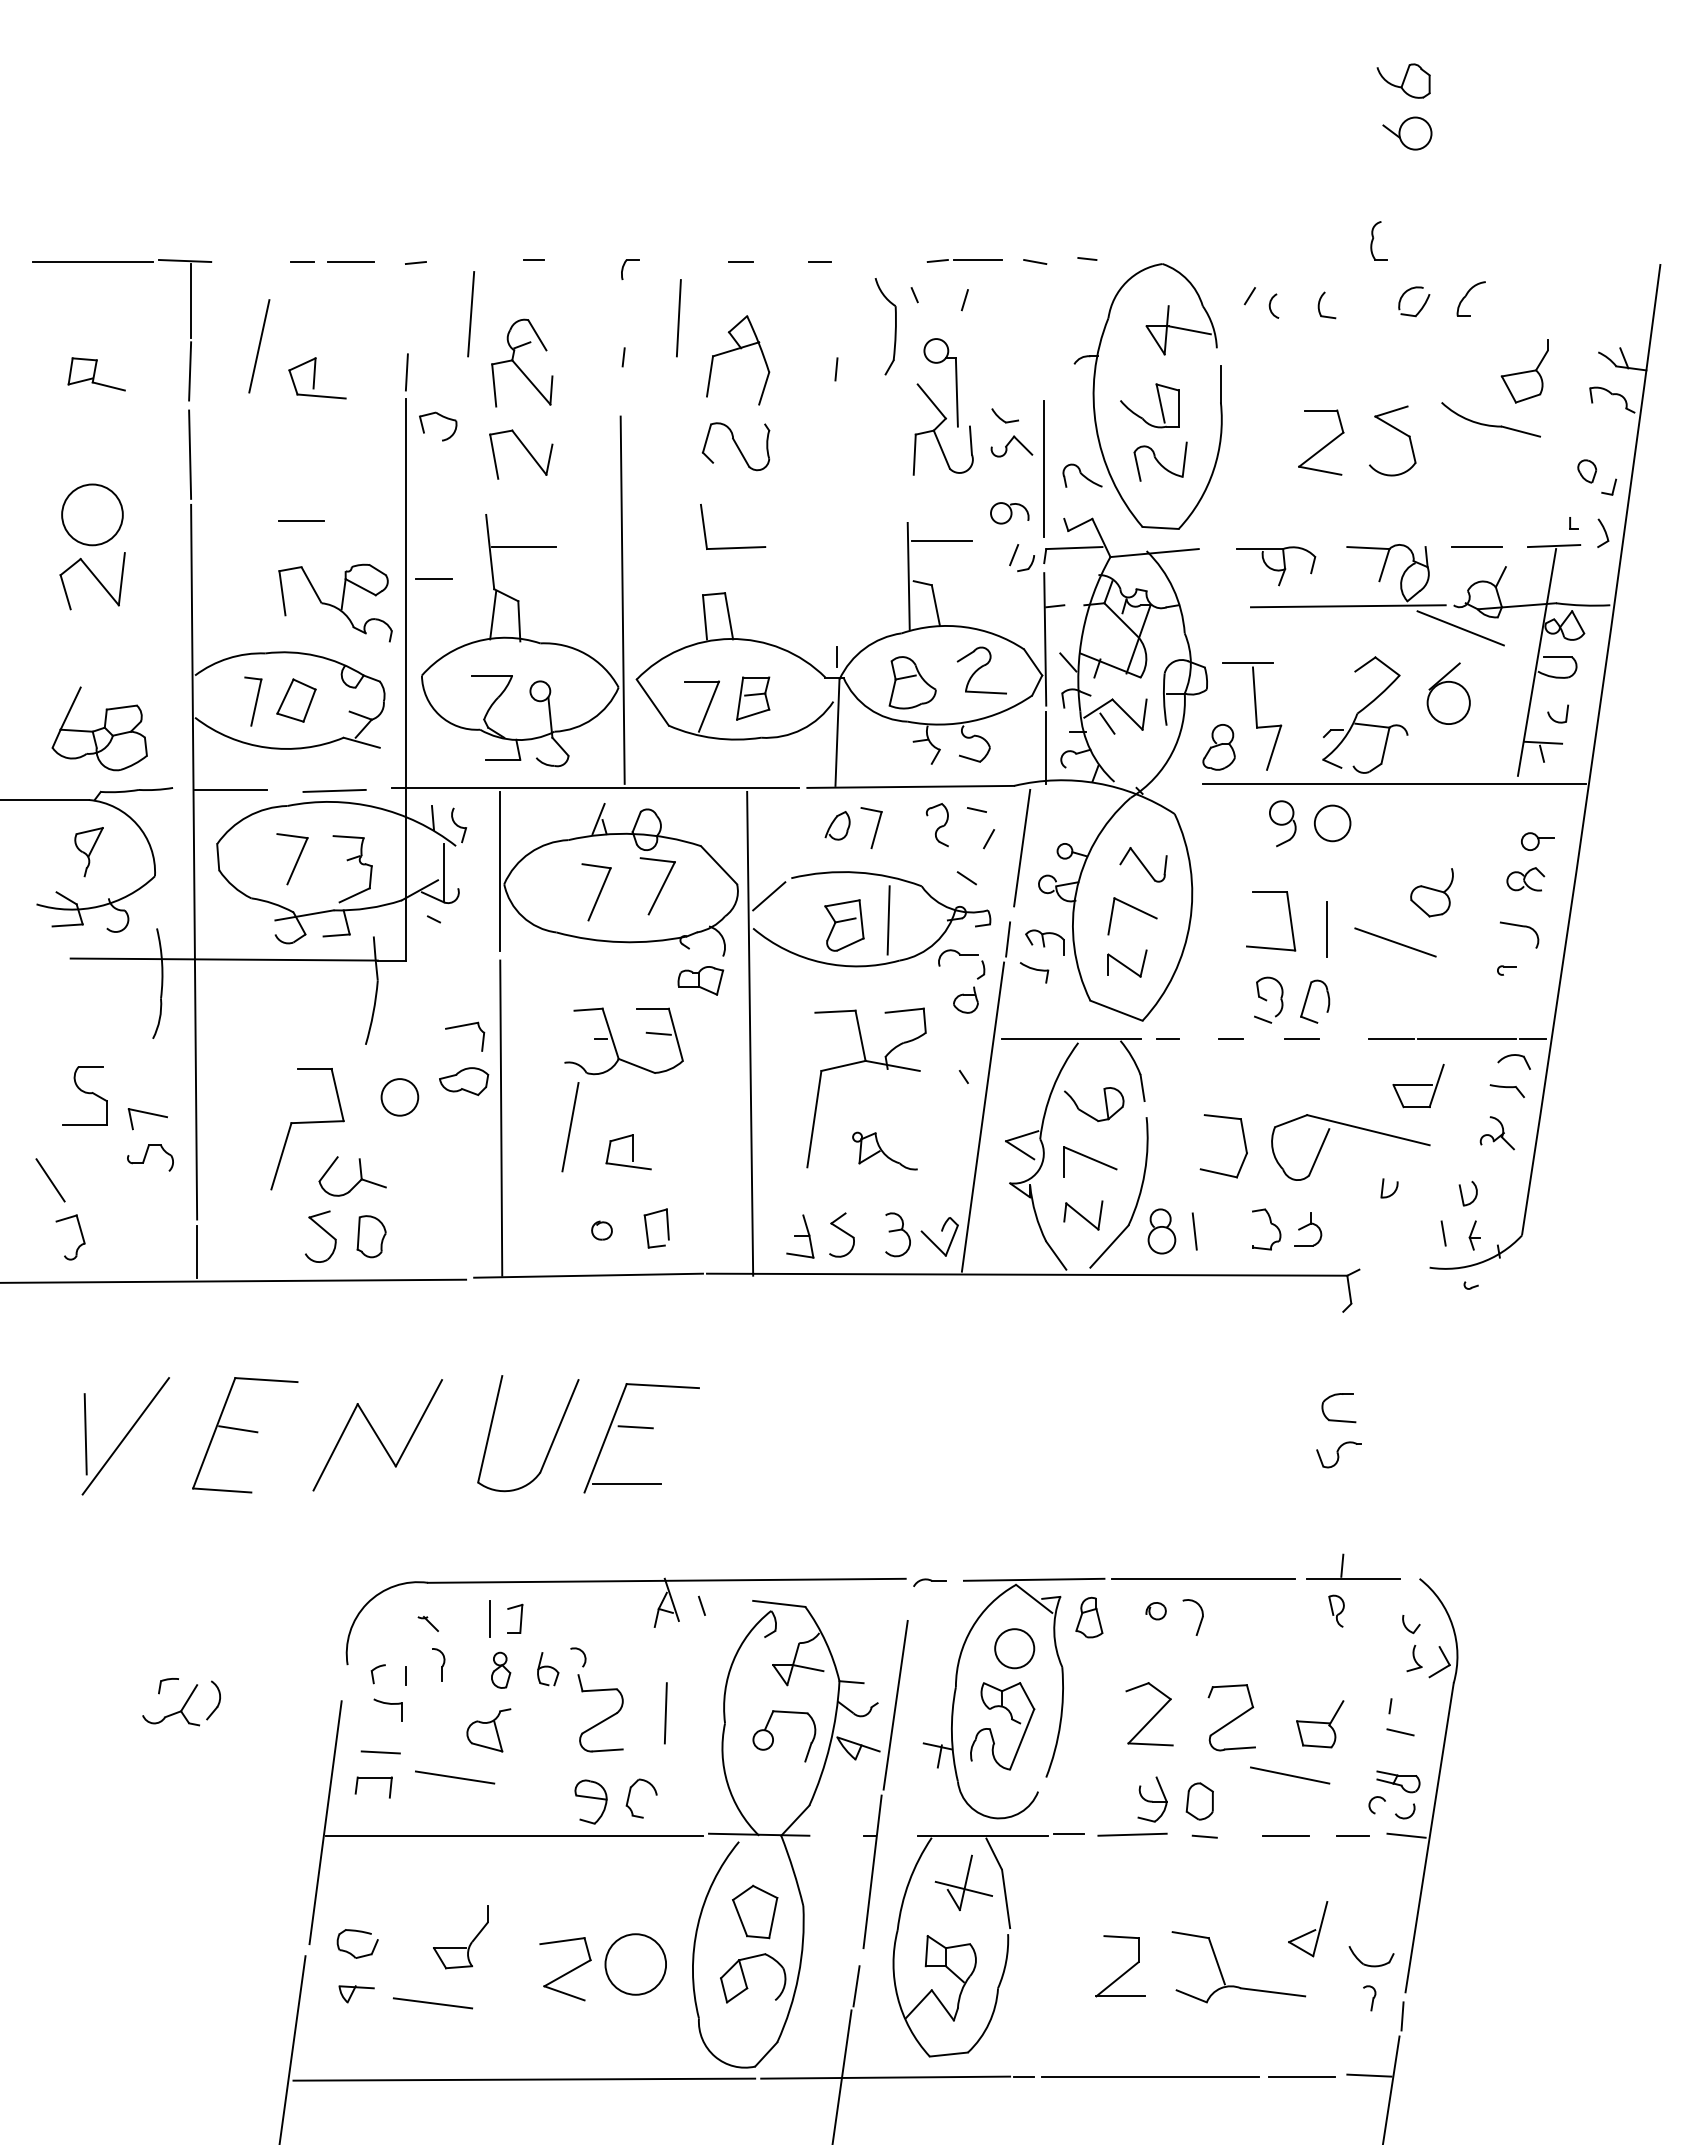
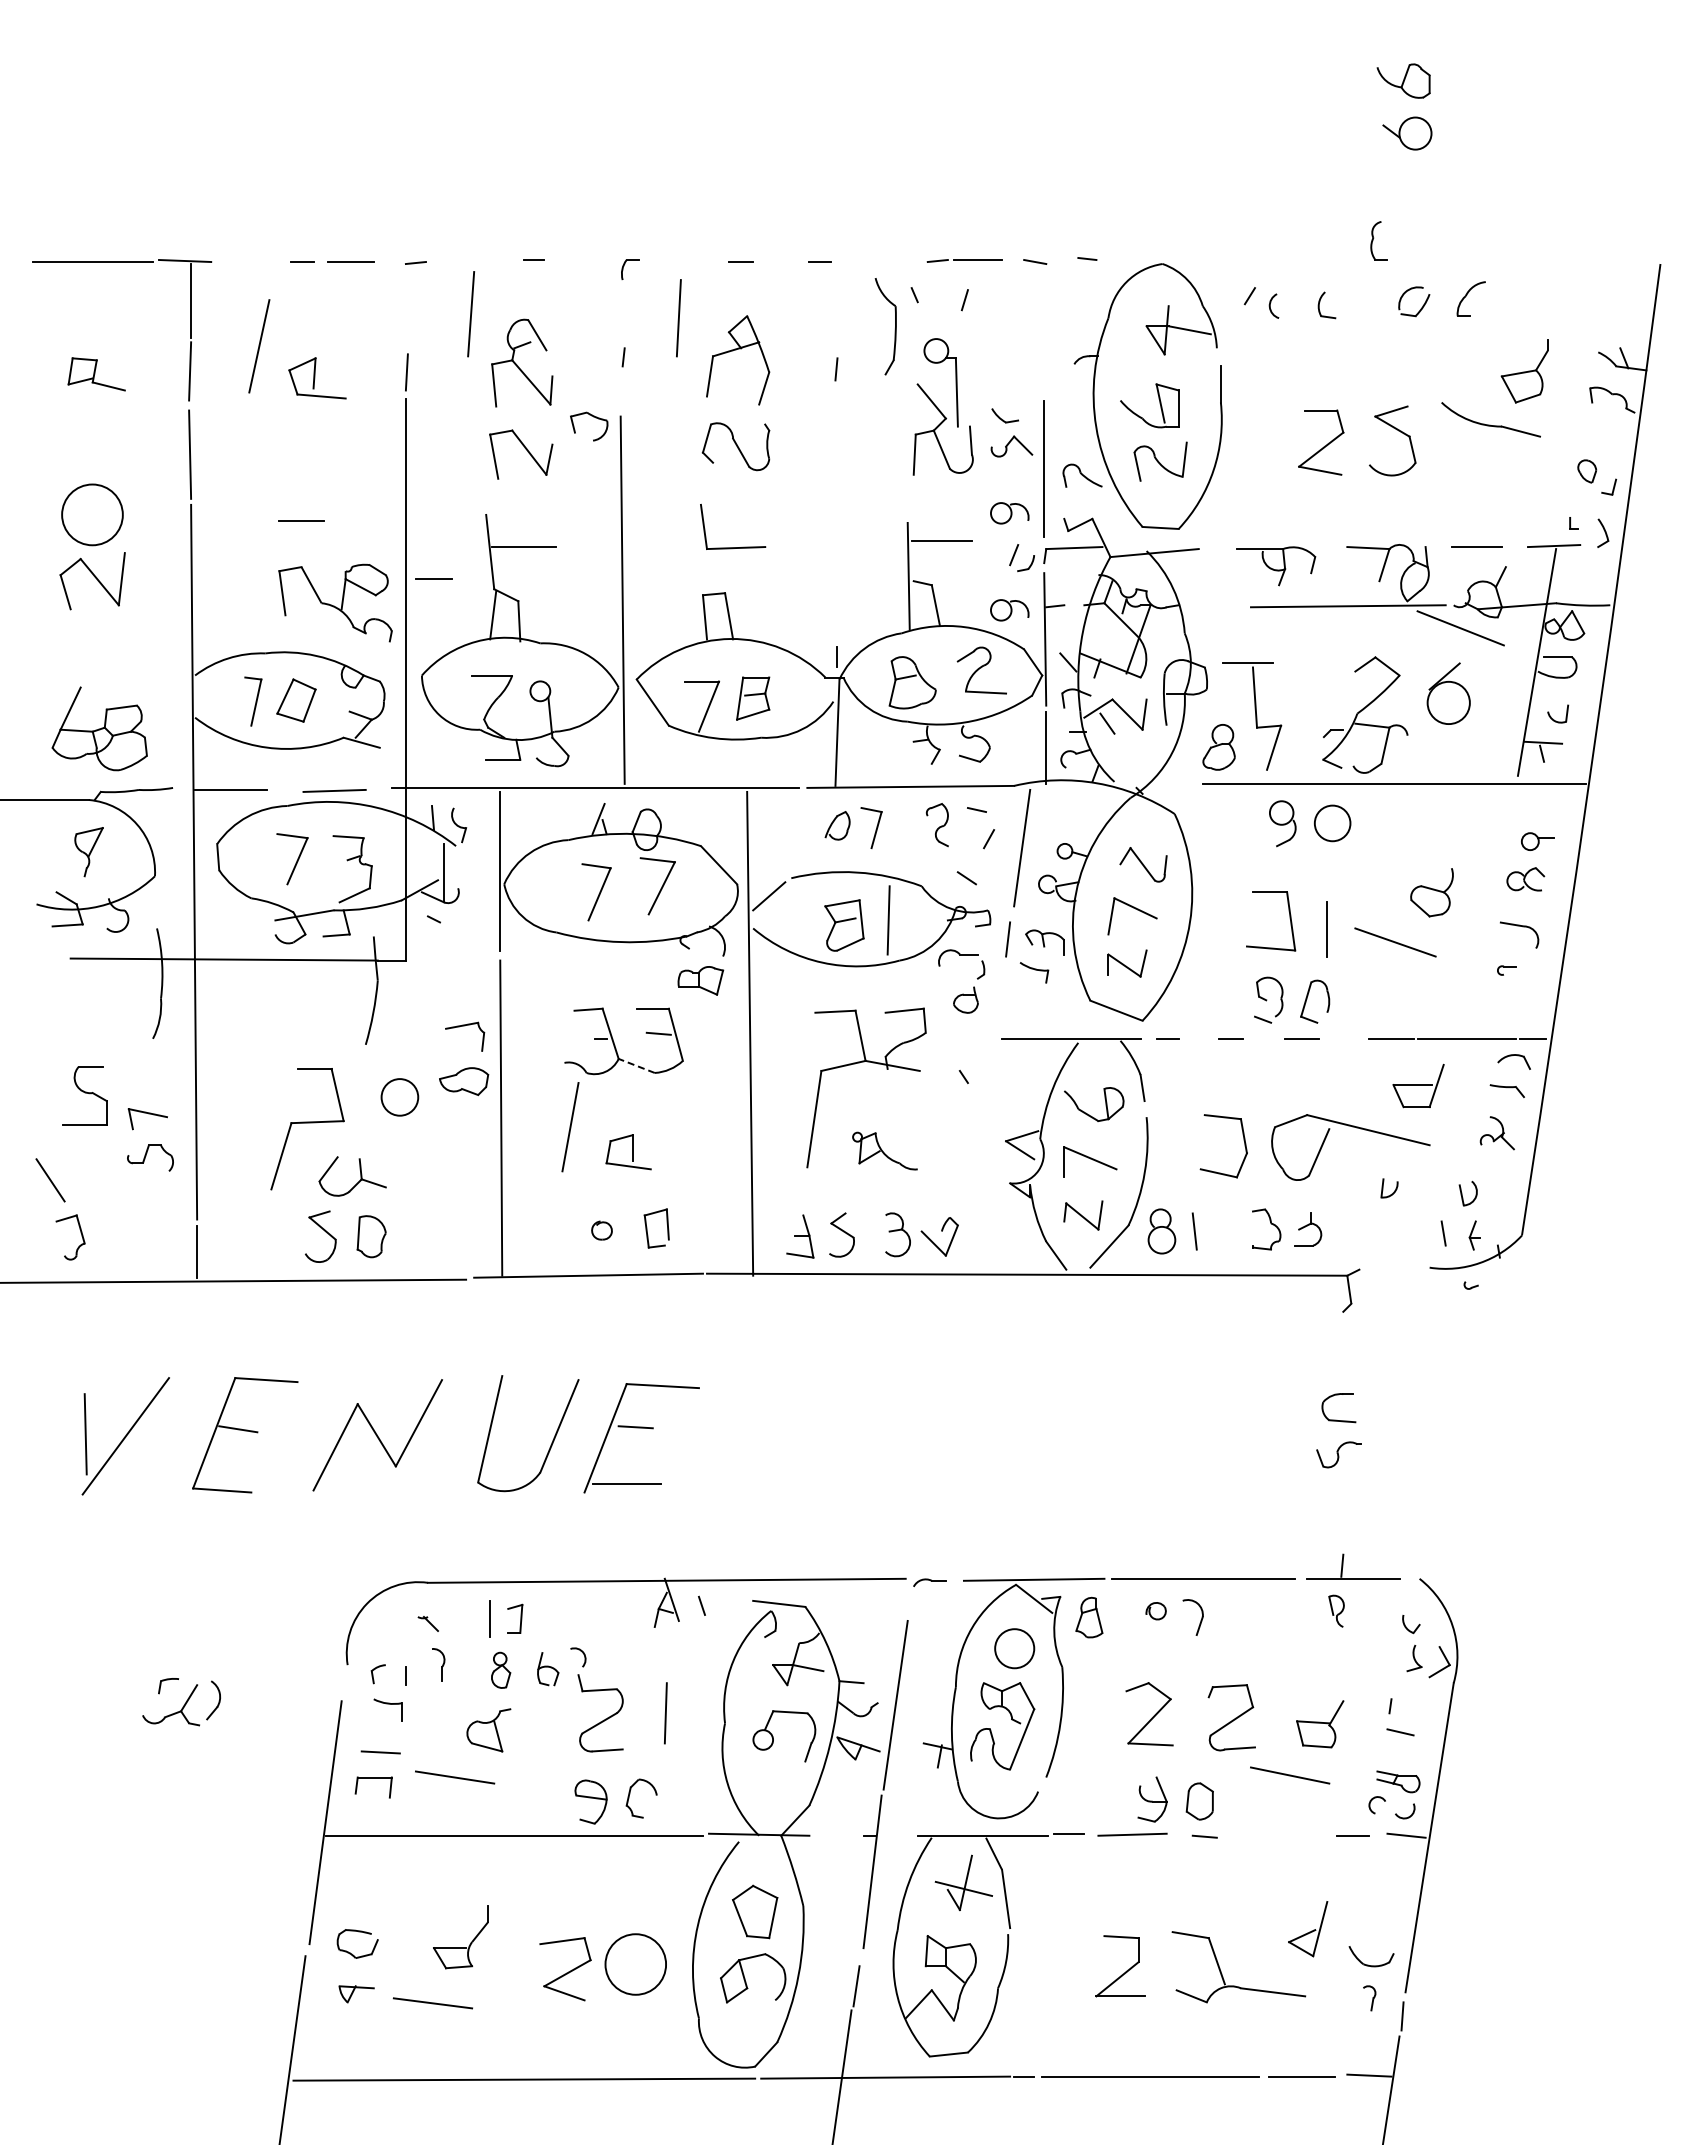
part at (442, 417) position: (442, 417) -> (593, 417)
part at (1009, 610): none -> present
line at (636, 1065): solid -> dashed
line at (982, 1116): present -> none
line at (1286, 1835): present -> none
